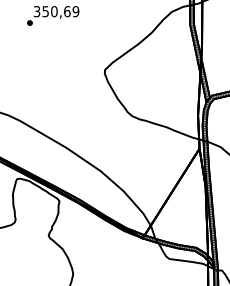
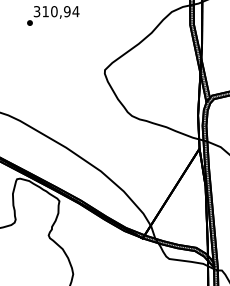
text at (60, 11): 350,69 -> 310,94
